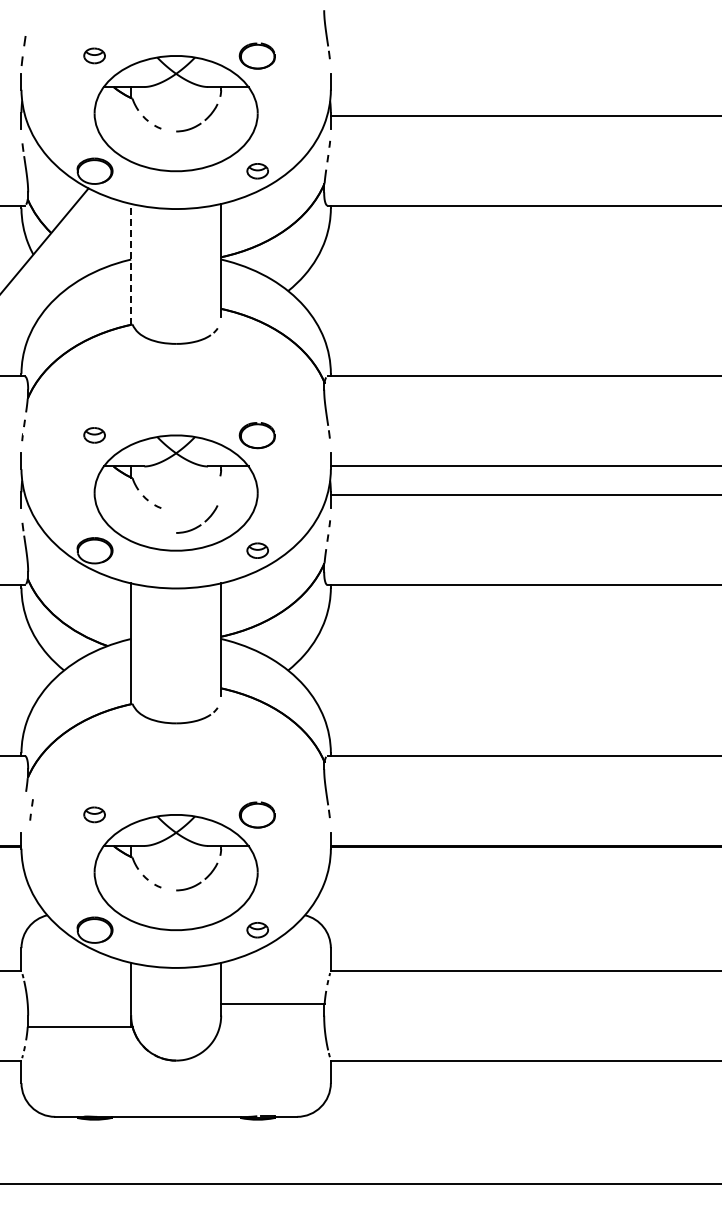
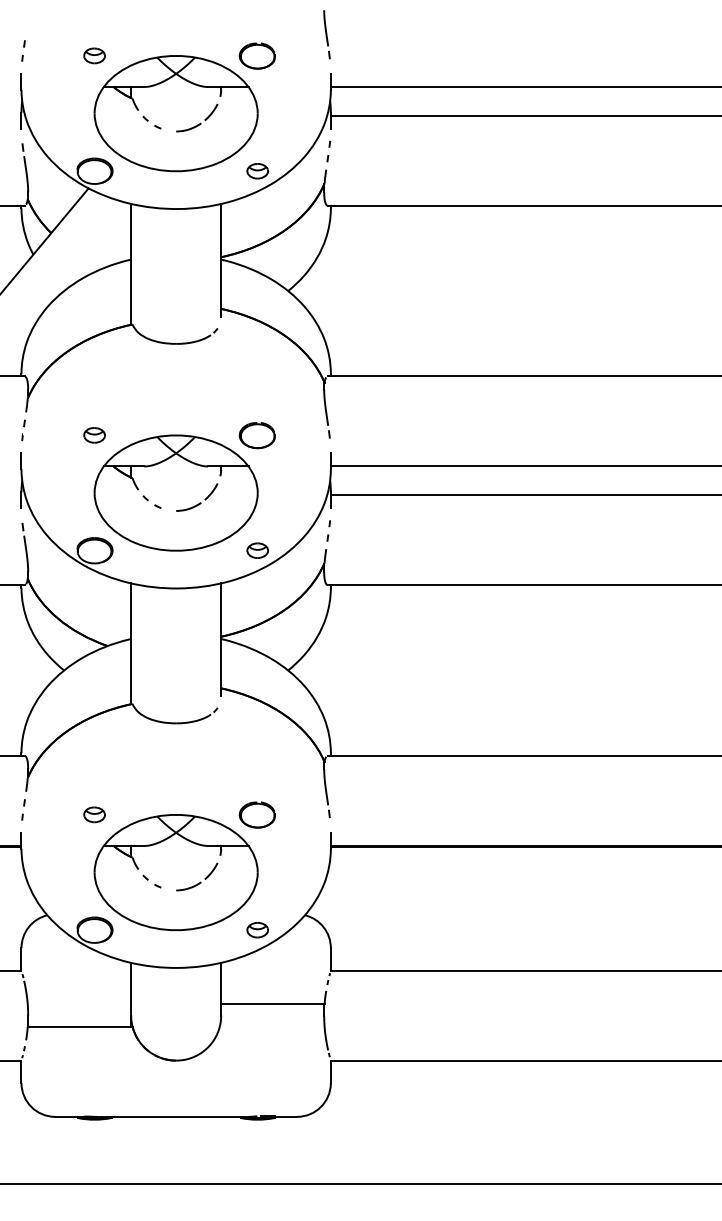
part at (23, 50) size: 7x30 px -> 5x22 px
line at (524, 87): none -> present
line at (131, 263): dashed -> solid
part at (197, 519) position: (197, 519) -> (197, 497)
part at (31, 809) position: (31, 809) -> (23, 809)
